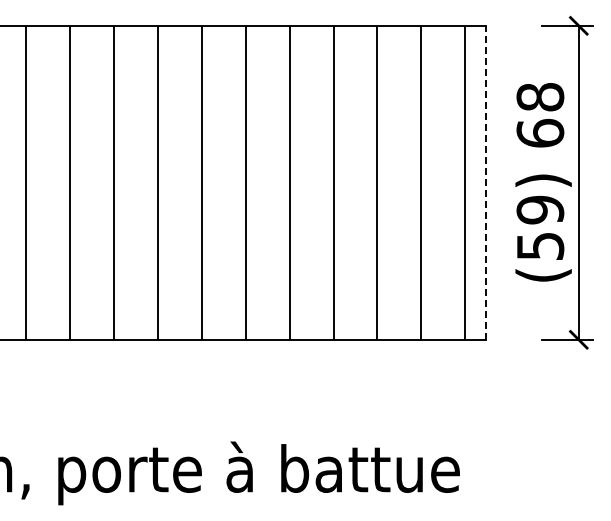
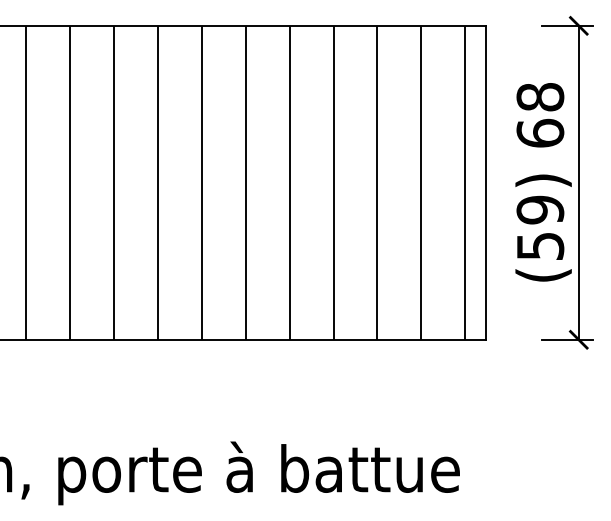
line at (486, 182): dashed -> solid
